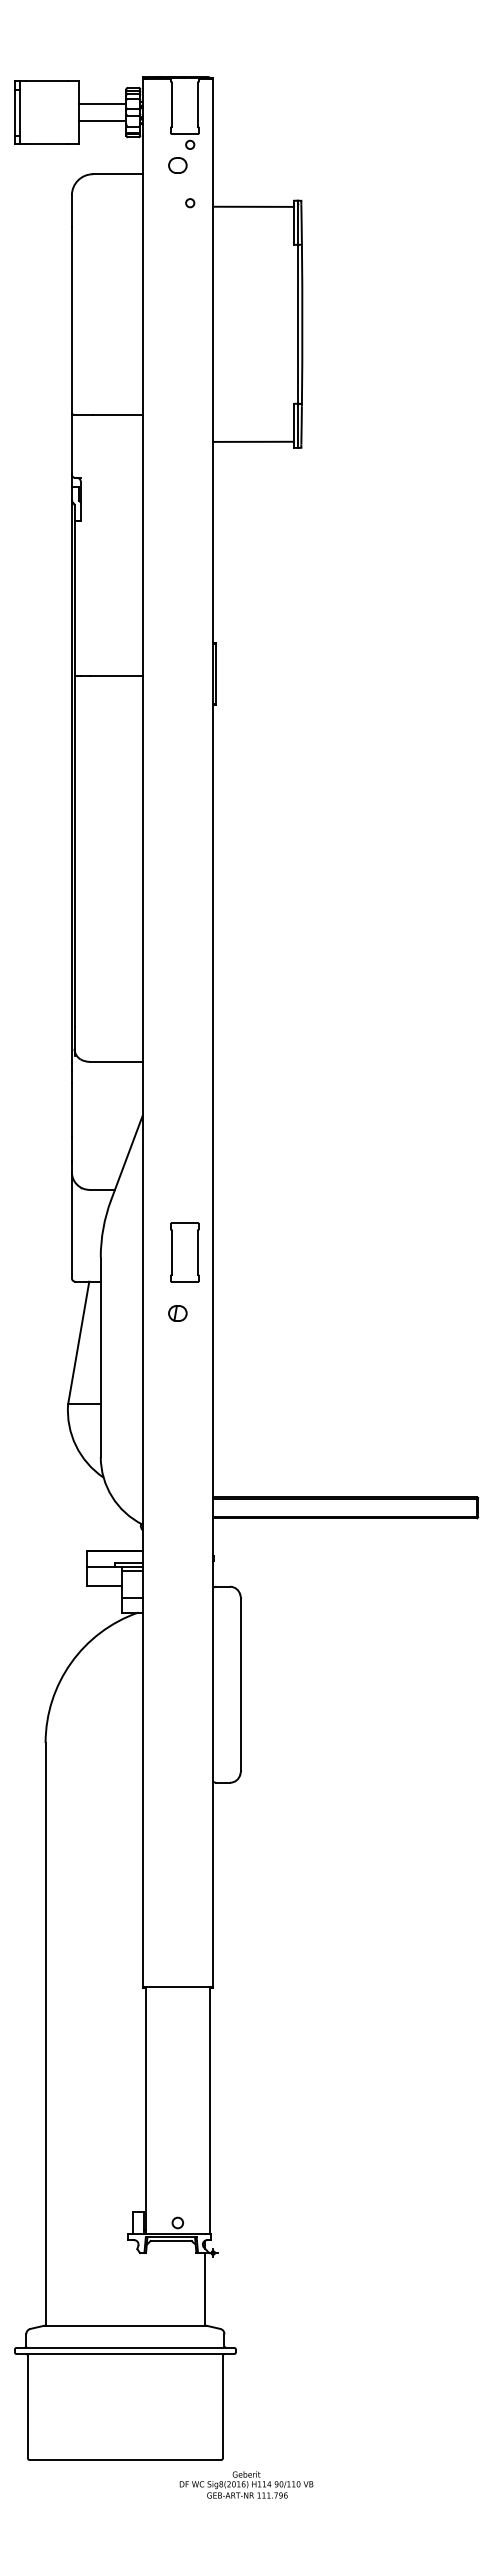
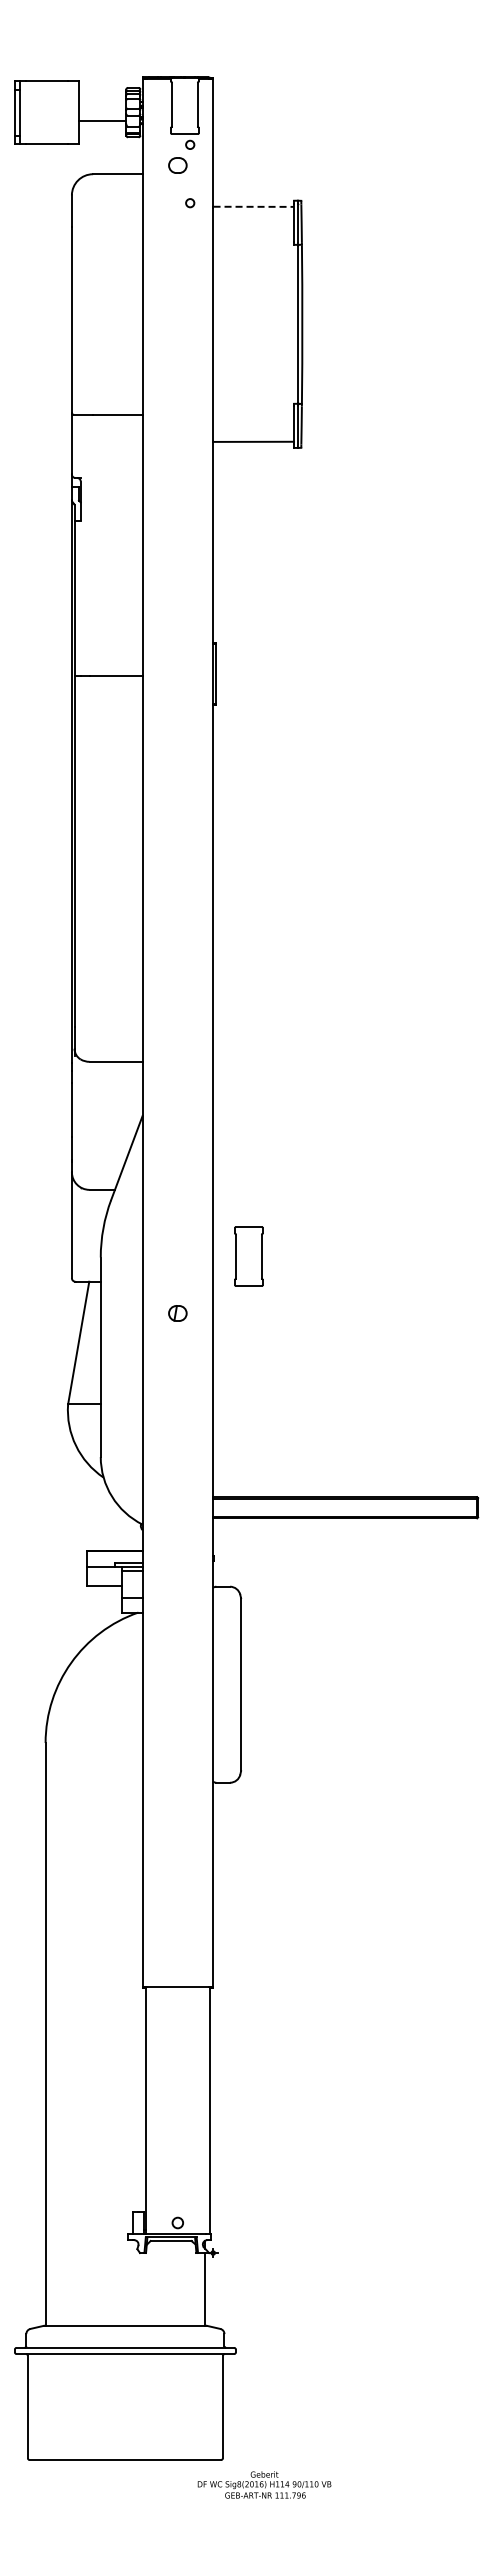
line at (102, 103): present -> none
line at (254, 206): solid -> dashed
part at (184, 1252) position: (184, 1252) -> (248, 1256)
text at (246, 2484) position: (246, 2484) -> (264, 2484)
